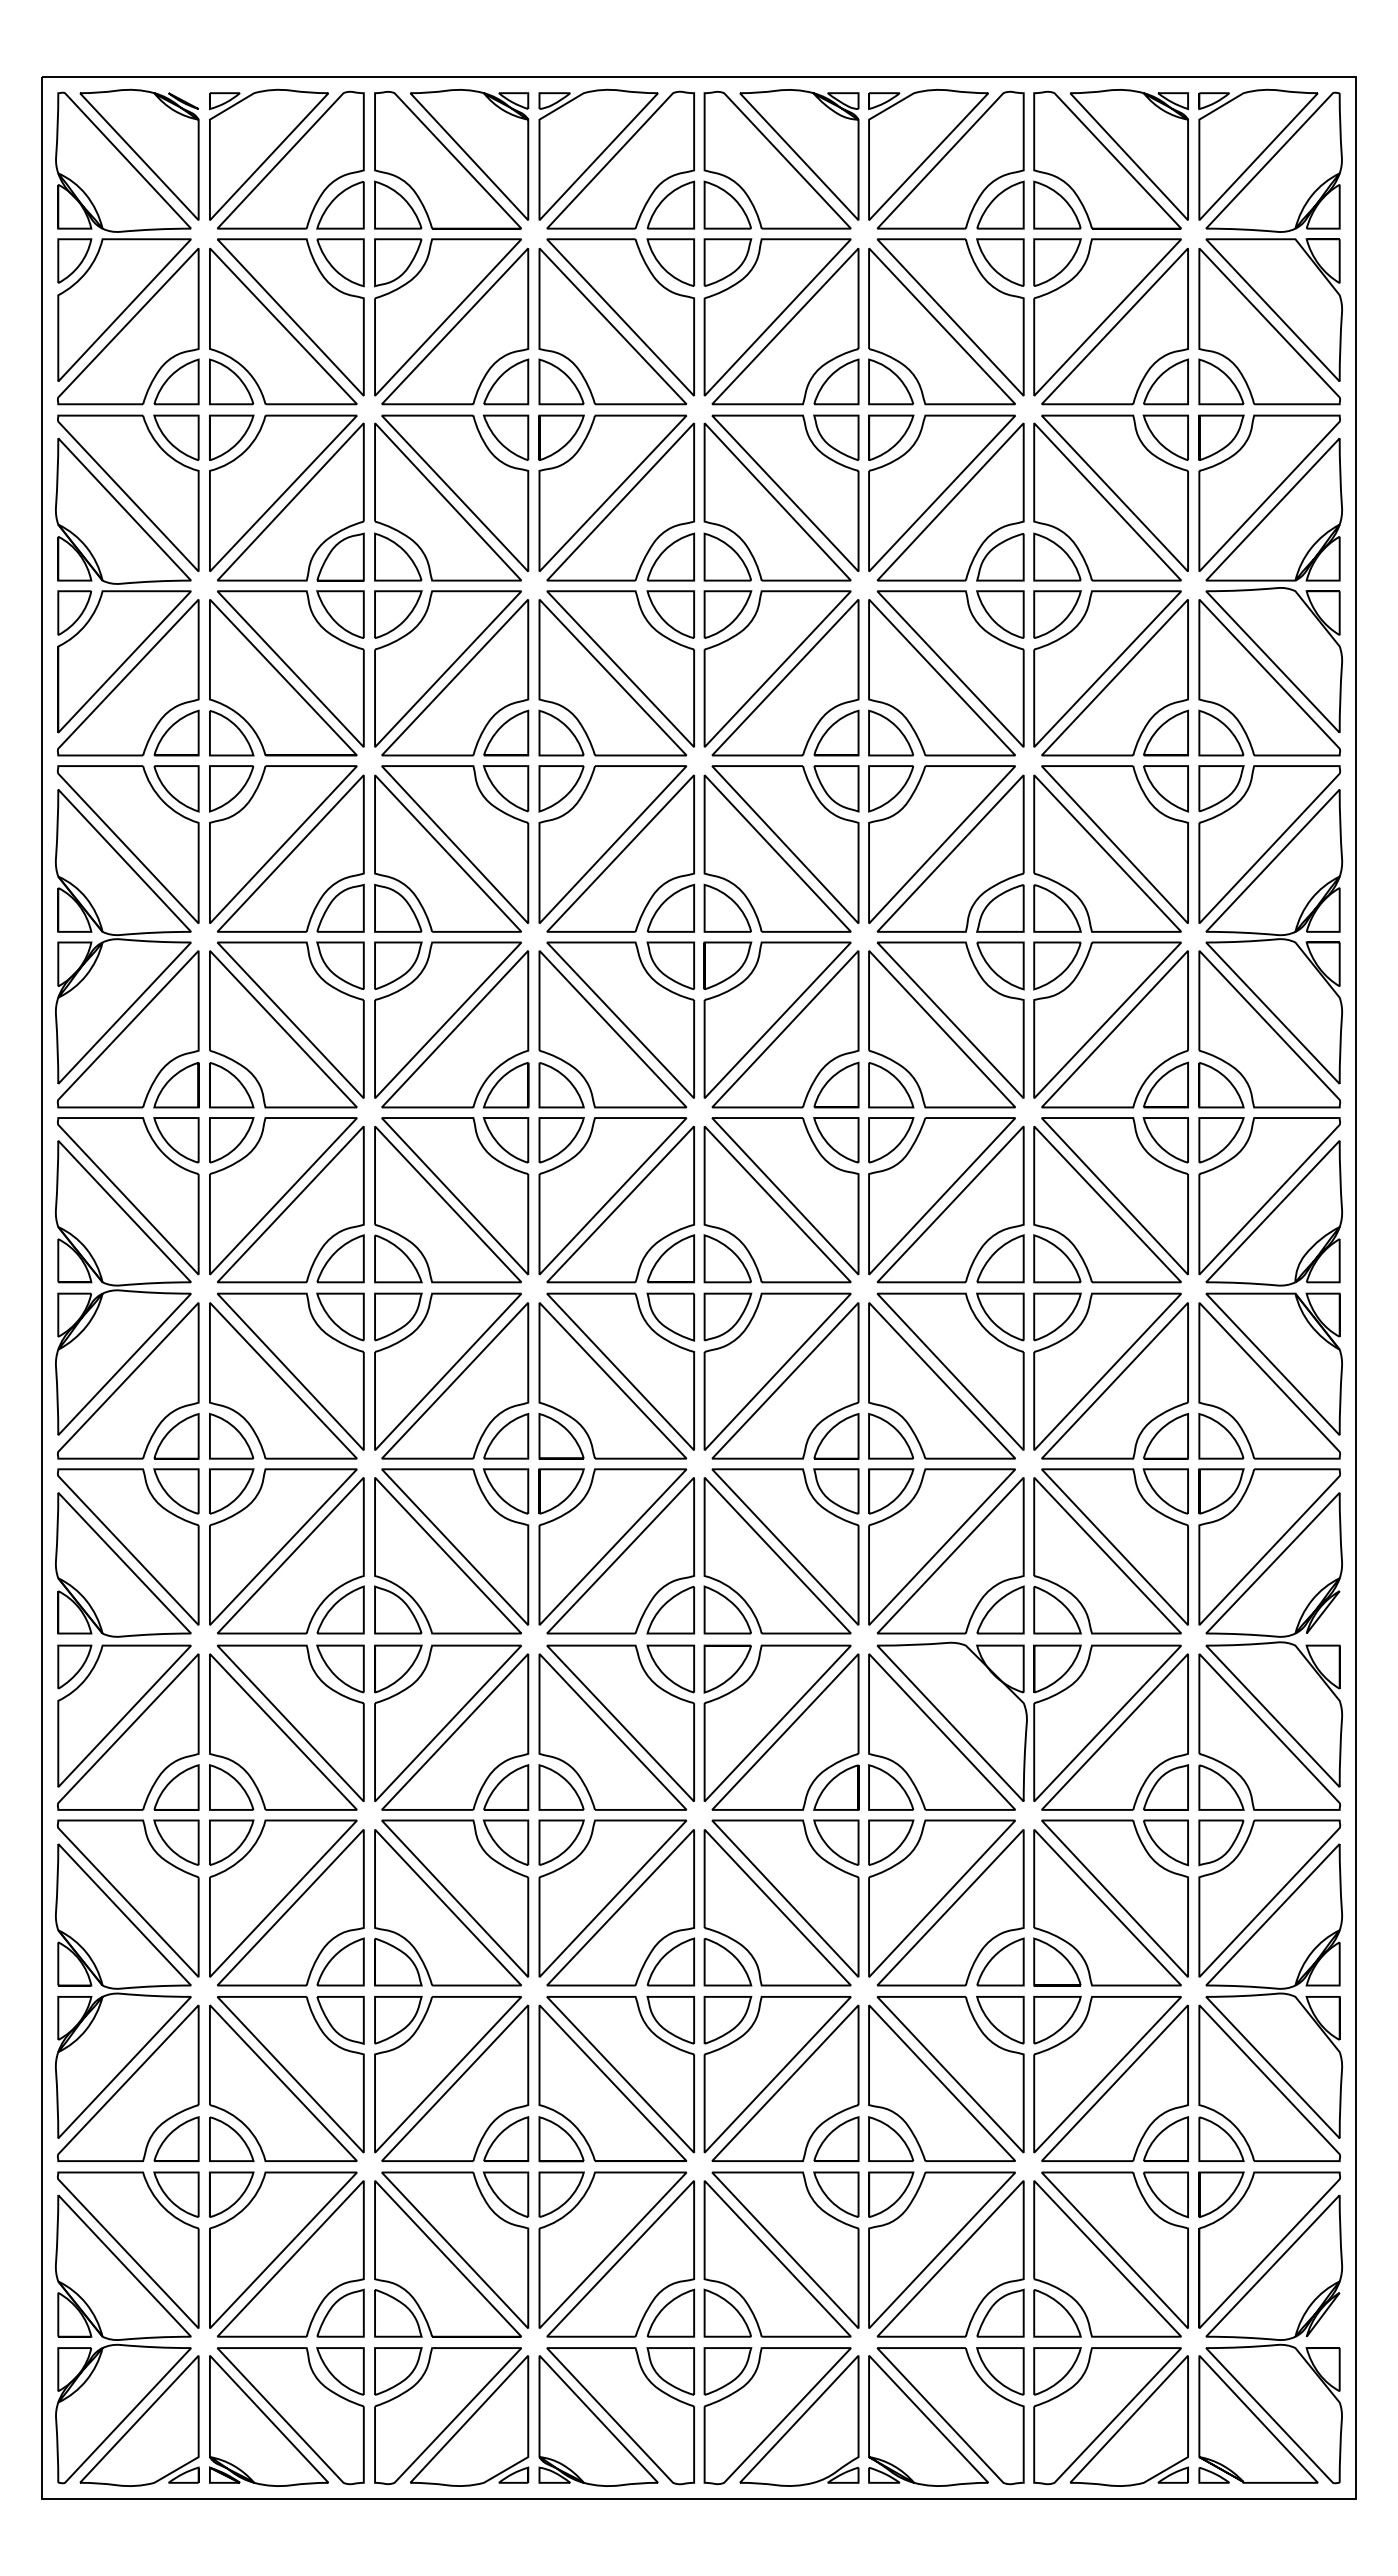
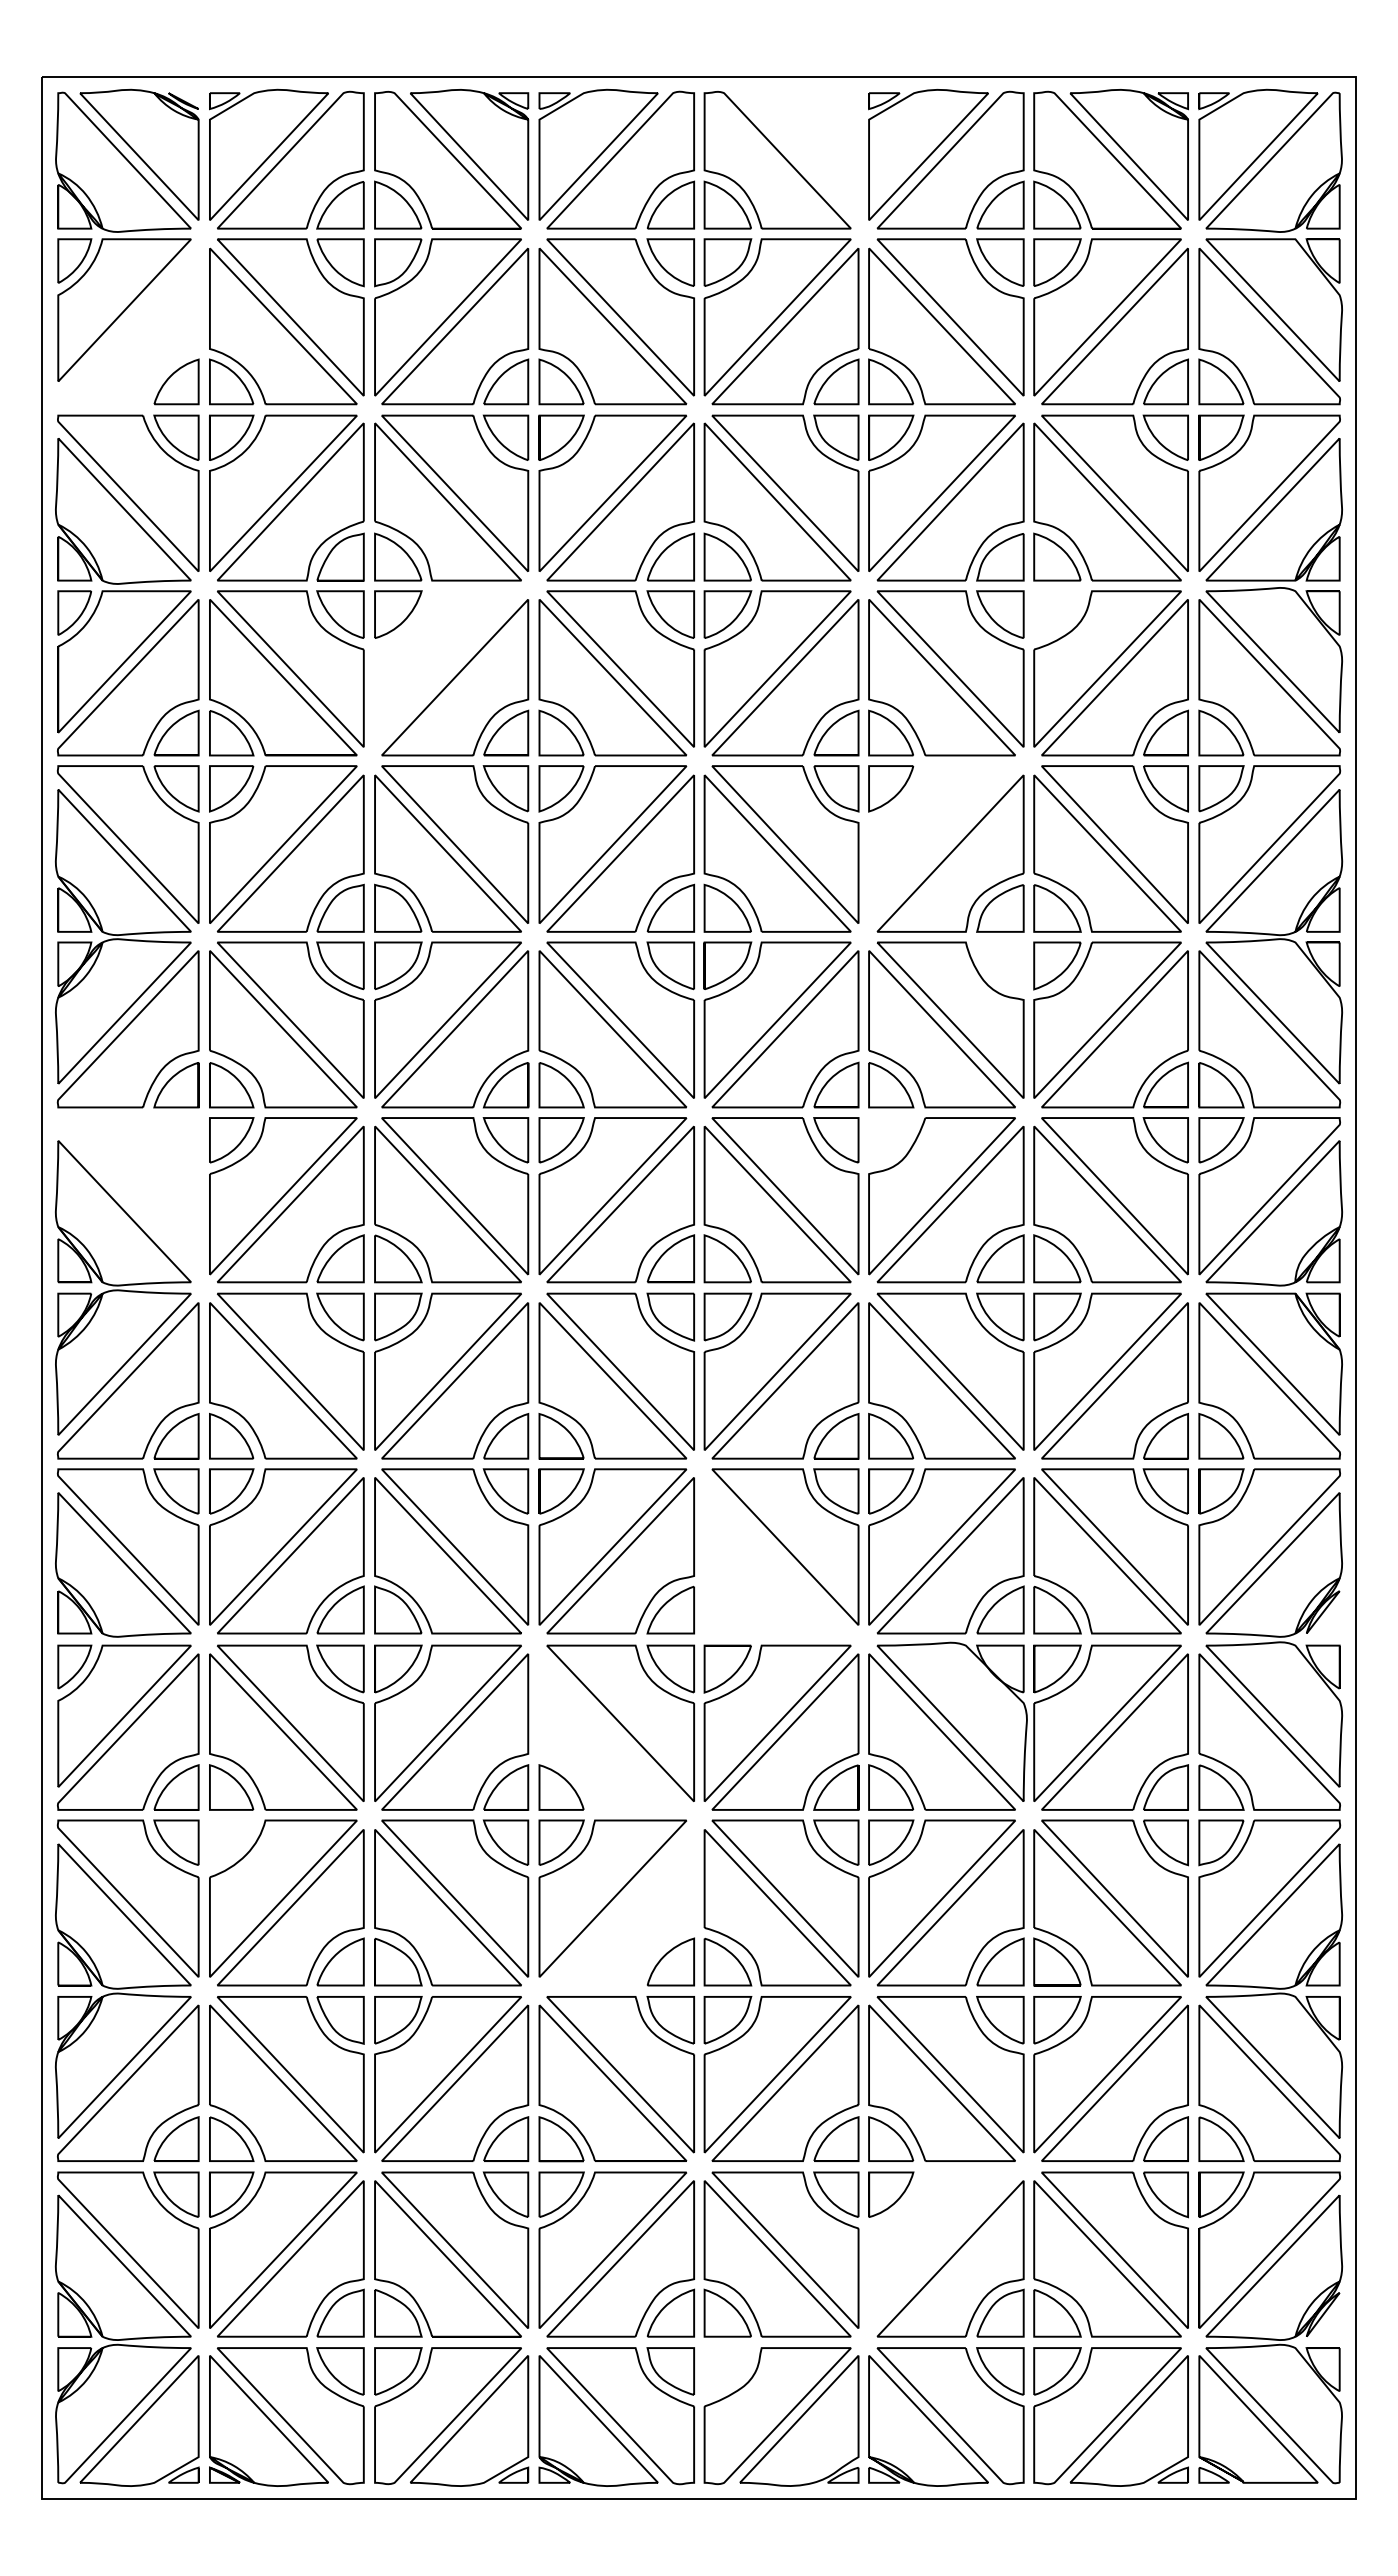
part at (799, 154): present -> none
part at (128, 326): present -> none
part at (1057, 614): present -> none
part at (447, 668): present -> none
part at (941, 844): present -> none
part at (1000, 965): present -> none
part at (891, 1140): present -> none
part at (128, 1196): present -> none
part at (777, 1555): present -> none
part at (612, 1731): present -> none
part at (231, 1842): present -> none
part at (620, 1907): present -> none
part at (941, 2249): present -> none
part at (727, 2371): present -> none
